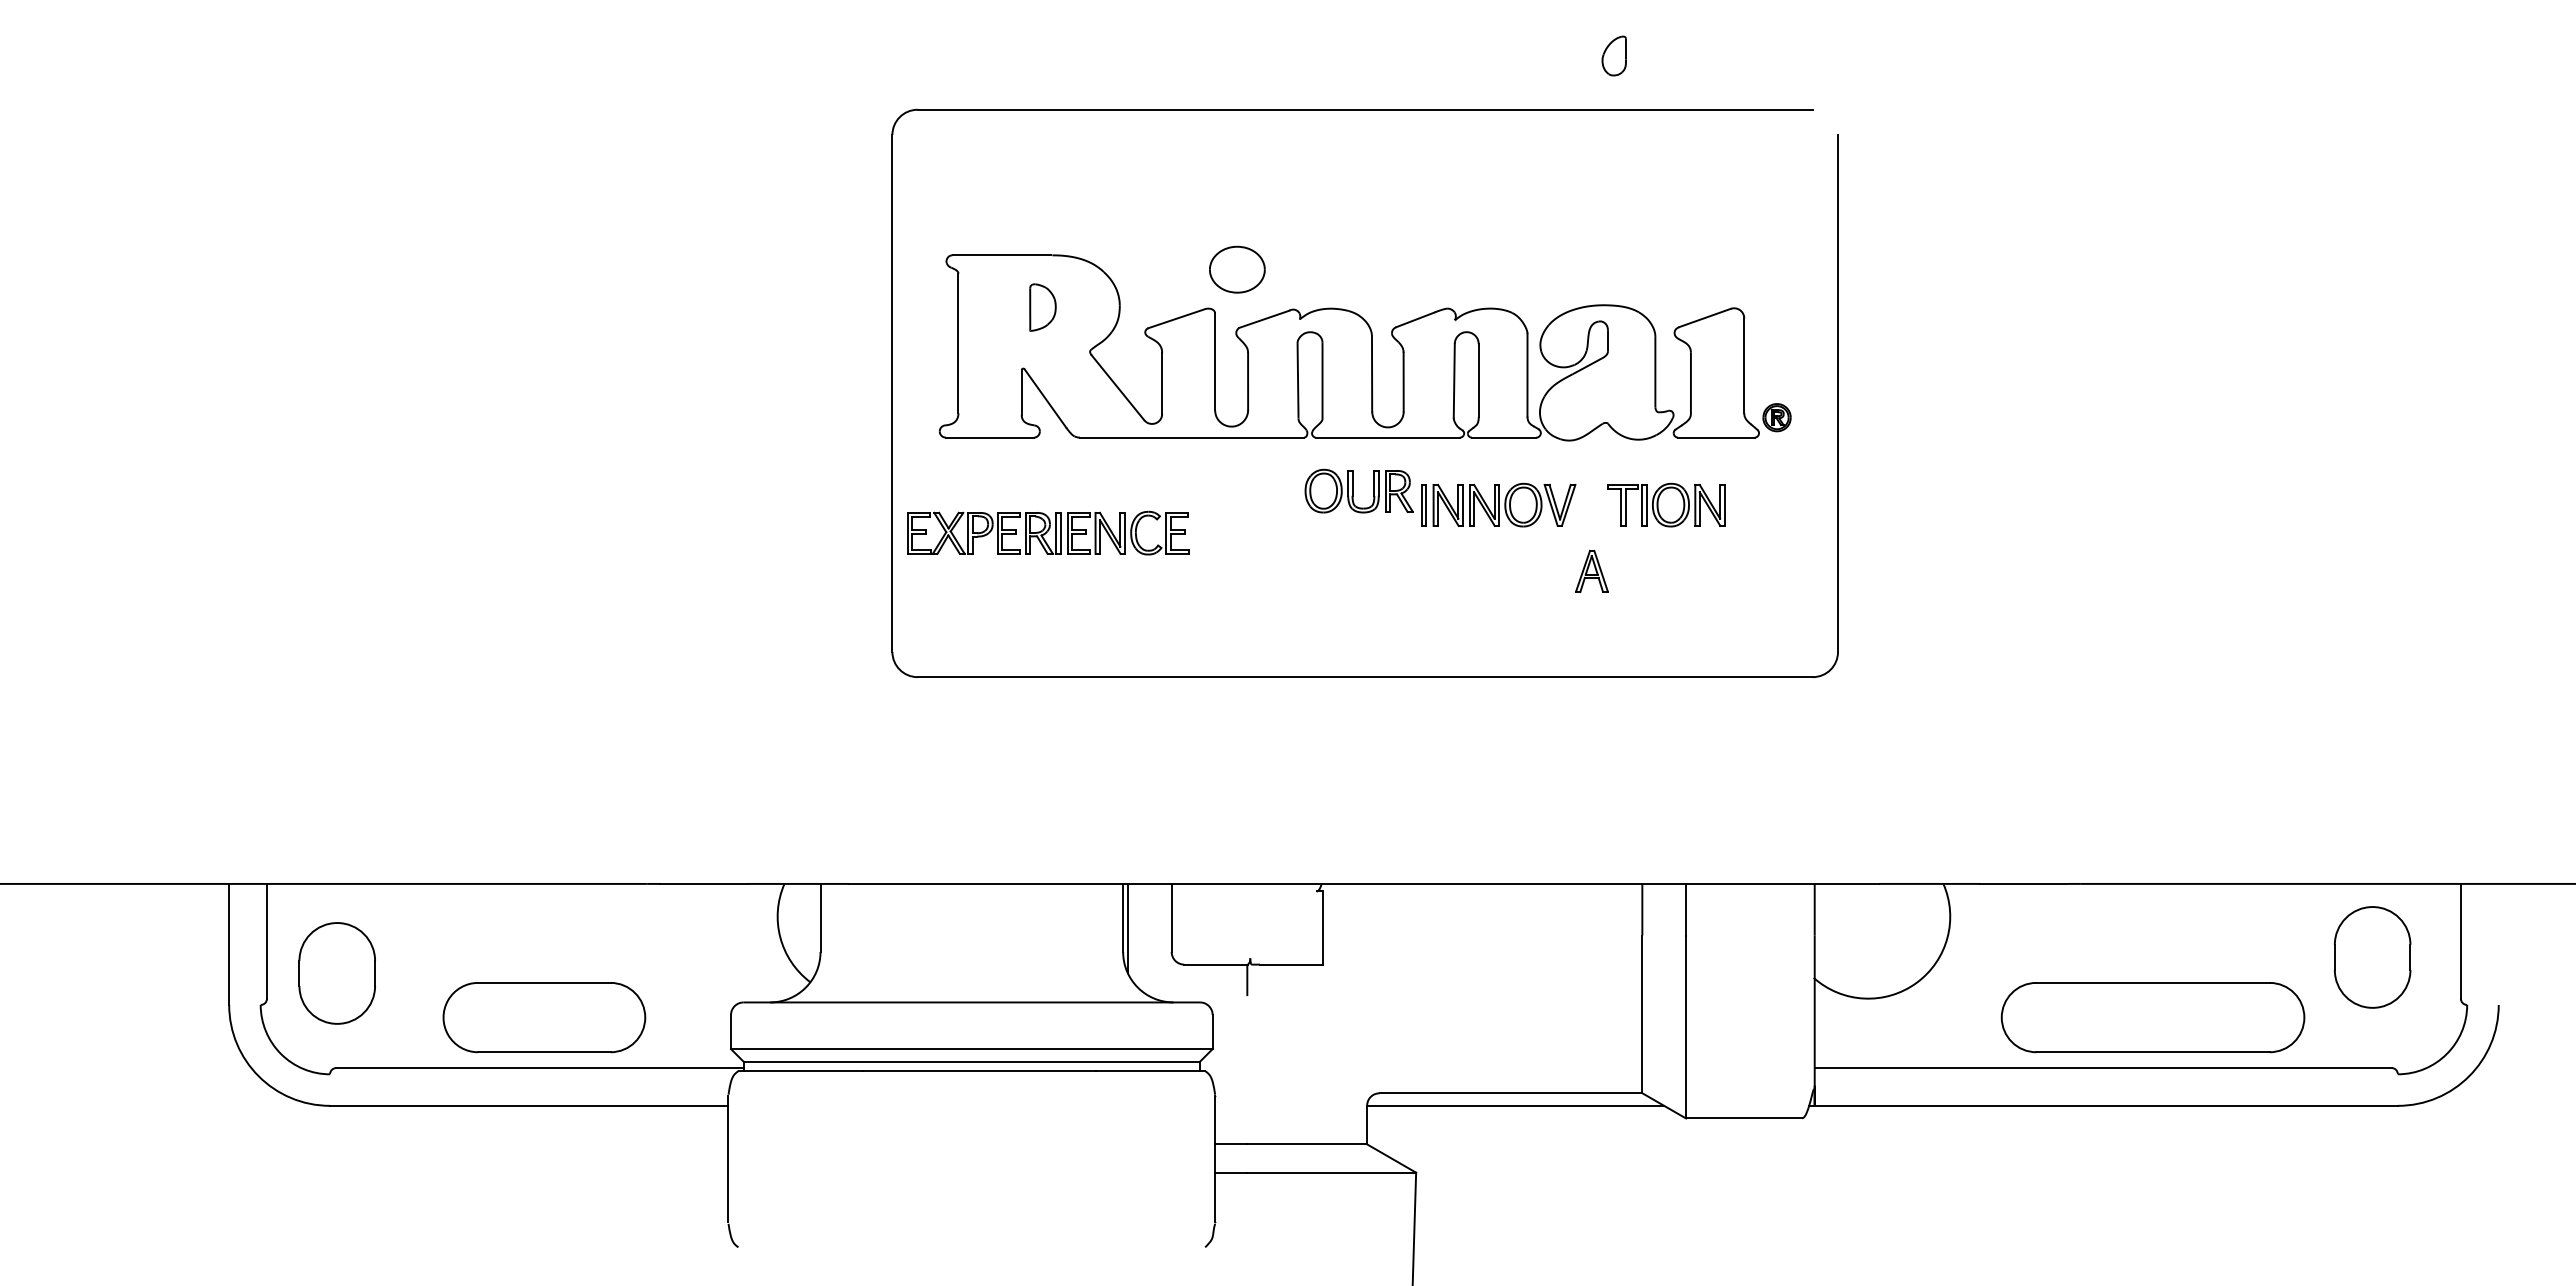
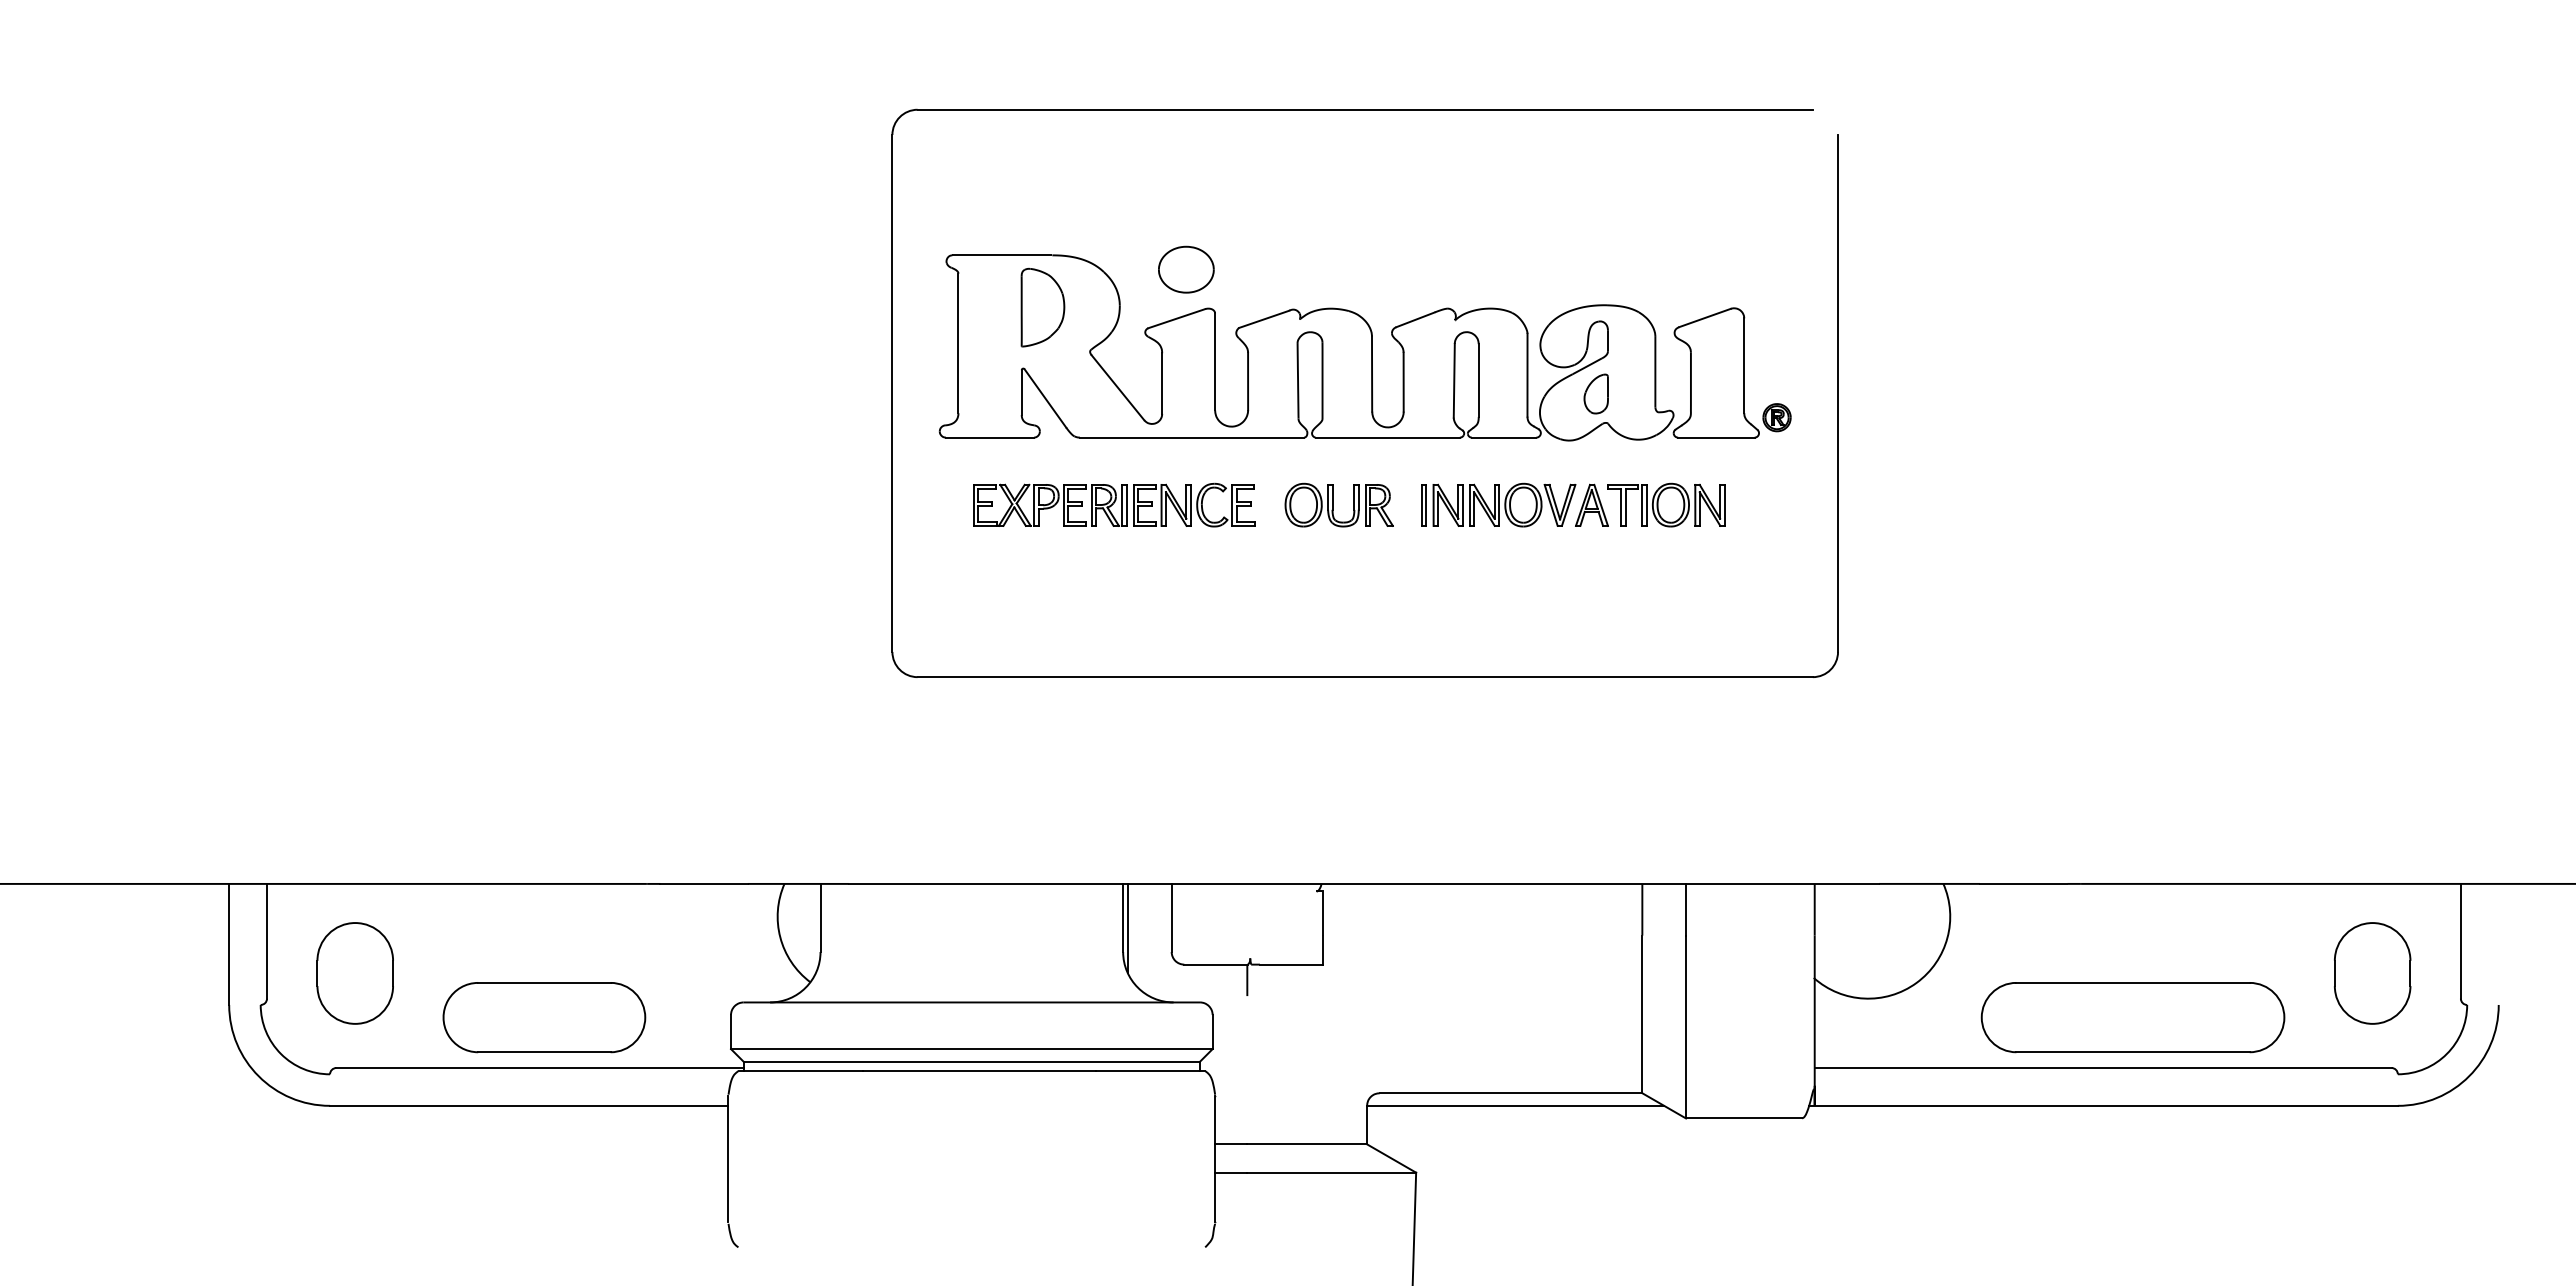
part at (1613, 55) position: (1613, 55) -> (1595, 393)
part at (1237, 269) position: (1237, 269) -> (1186, 269)
part at (1042, 307) size: 28x49 px -> 46x81 px
part at (1358, 490) position: (1358, 490) -> (1338, 504)
part at (1048, 532) position: (1048, 532) -> (1114, 504)
part at (1591, 570) position: (1591, 570) -> (1591, 504)
part at (2372, 957) position: (2372, 957) -> (2372, 973)
part at (336, 973) position: (336, 973) -> (354, 973)
part at (2152, 1017) position: (2152, 1017) -> (2132, 1017)
